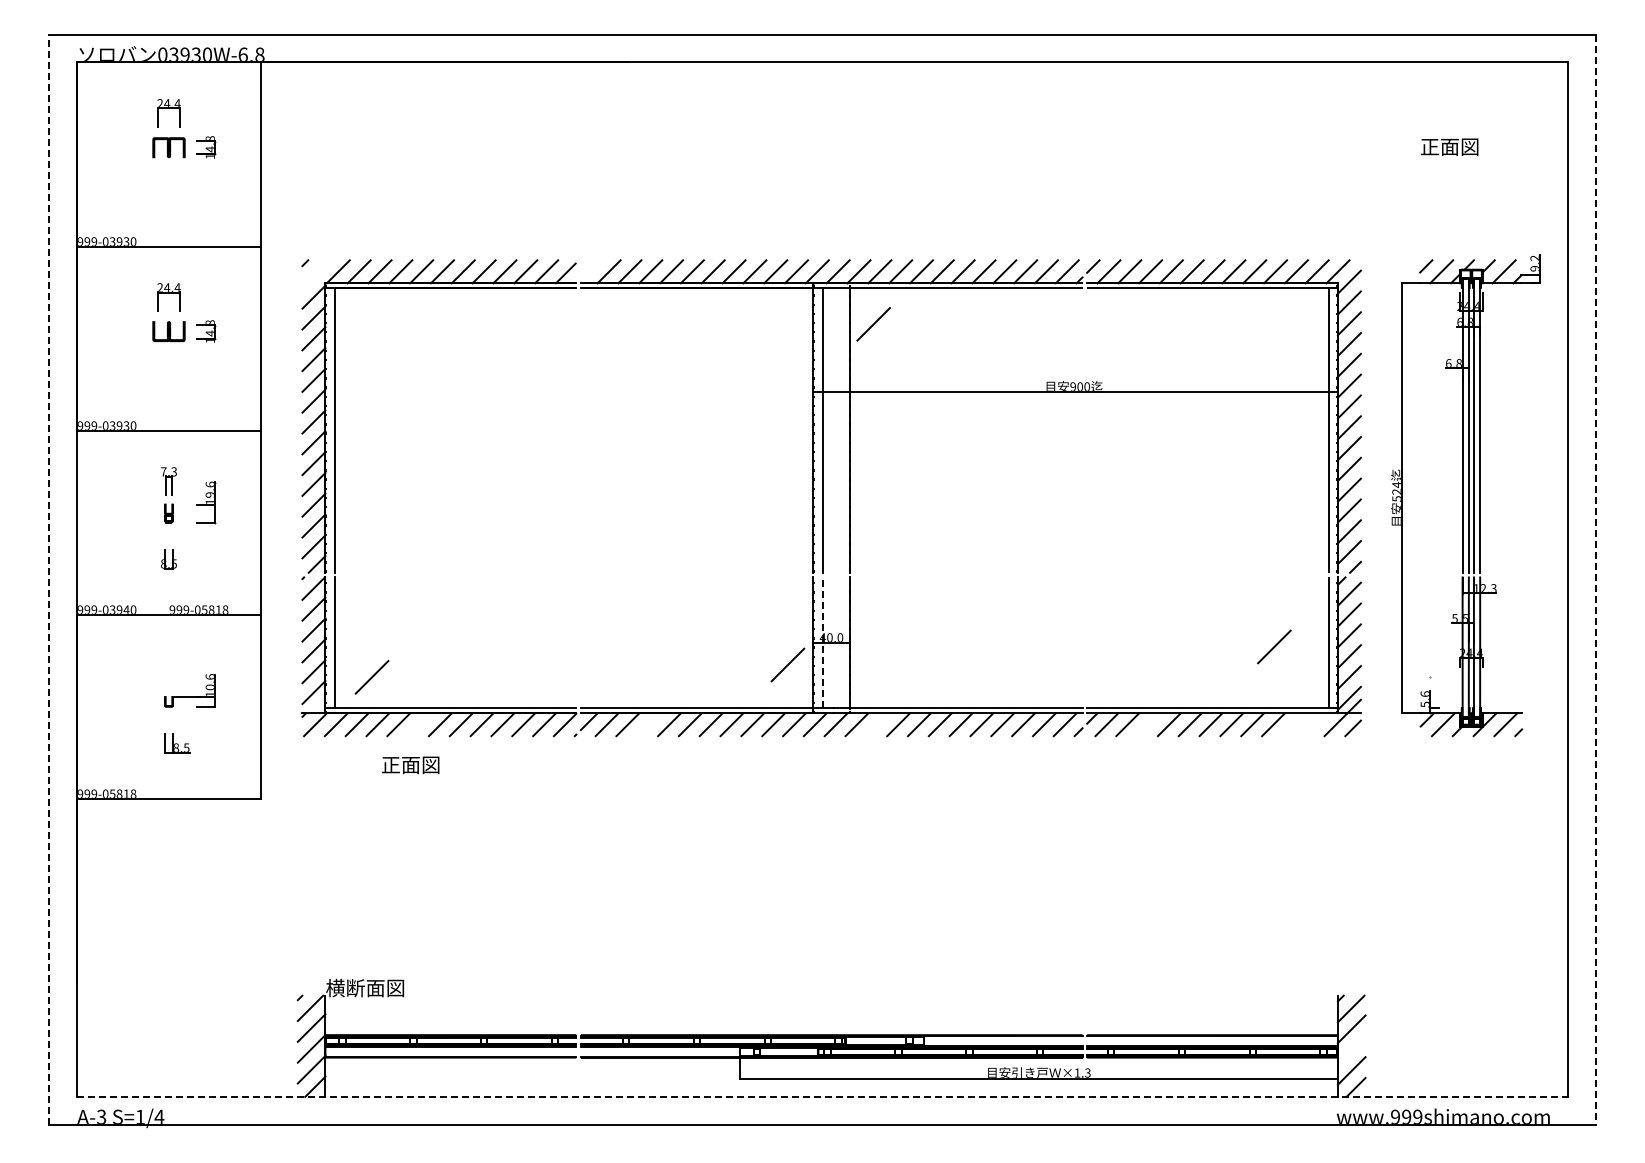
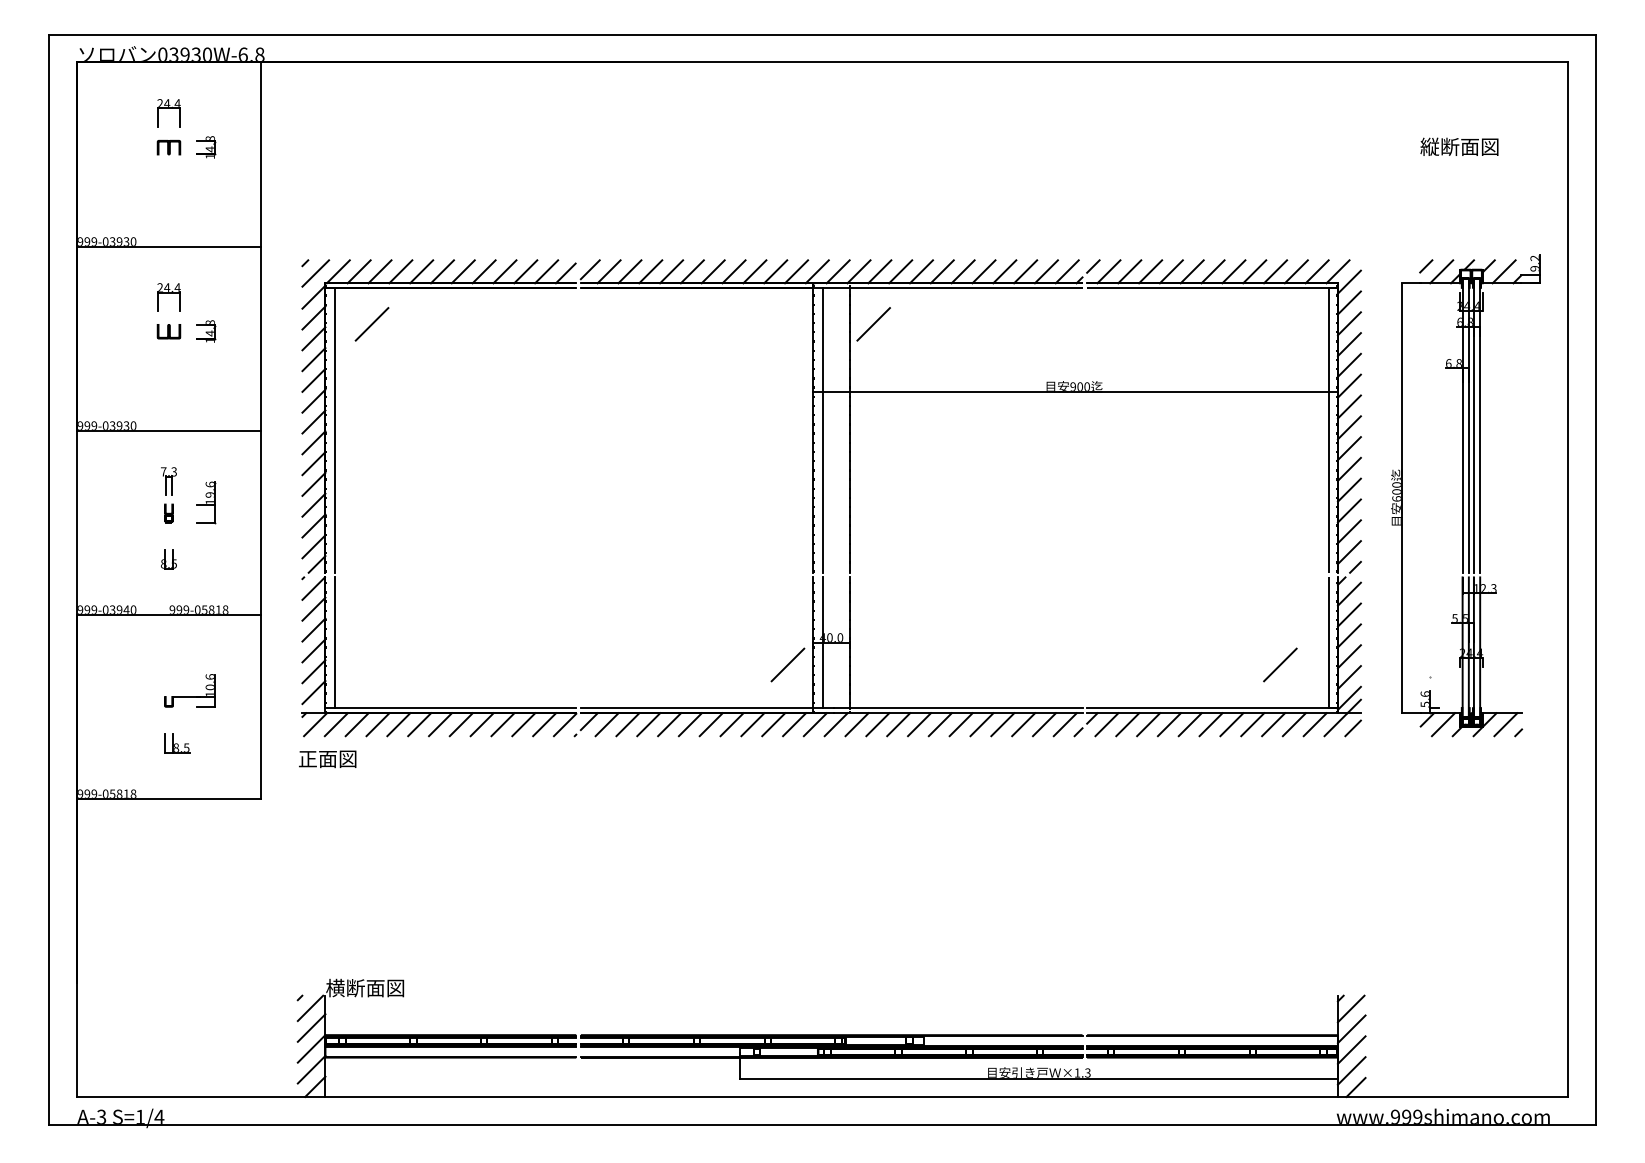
text at (1459, 146): 正面図 -> 縦断面図
part at (168, 147) size: 34x22 px -> 26x17 px
line at (589, 269): none -> present
line at (315, 273): none -> present
part at (168, 331) size: 34x22 px -> 26x16 px
text at (1396, 491): 524 -> 600
line at (49, 579): dashed -> solid
line at (1595, 579): dashed -> solid
line at (823, 642): dashed -> solid
line at (1274, 646) position: (1274, 646) -> (1280, 664)
line at (371, 677) position: (371, 677) -> (371, 324)
line at (419, 724): none -> present
line at (648, 724): none -> present
line at (877, 724): none -> present
line at (1148, 724): none -> present
line at (1293, 724): none -> present
line at (1314, 724): none -> present
text at (410, 765) position: (410, 765) -> (327, 759)
line at (1351, 1049): none -> present
line at (822, 1096): dashed -> solid
